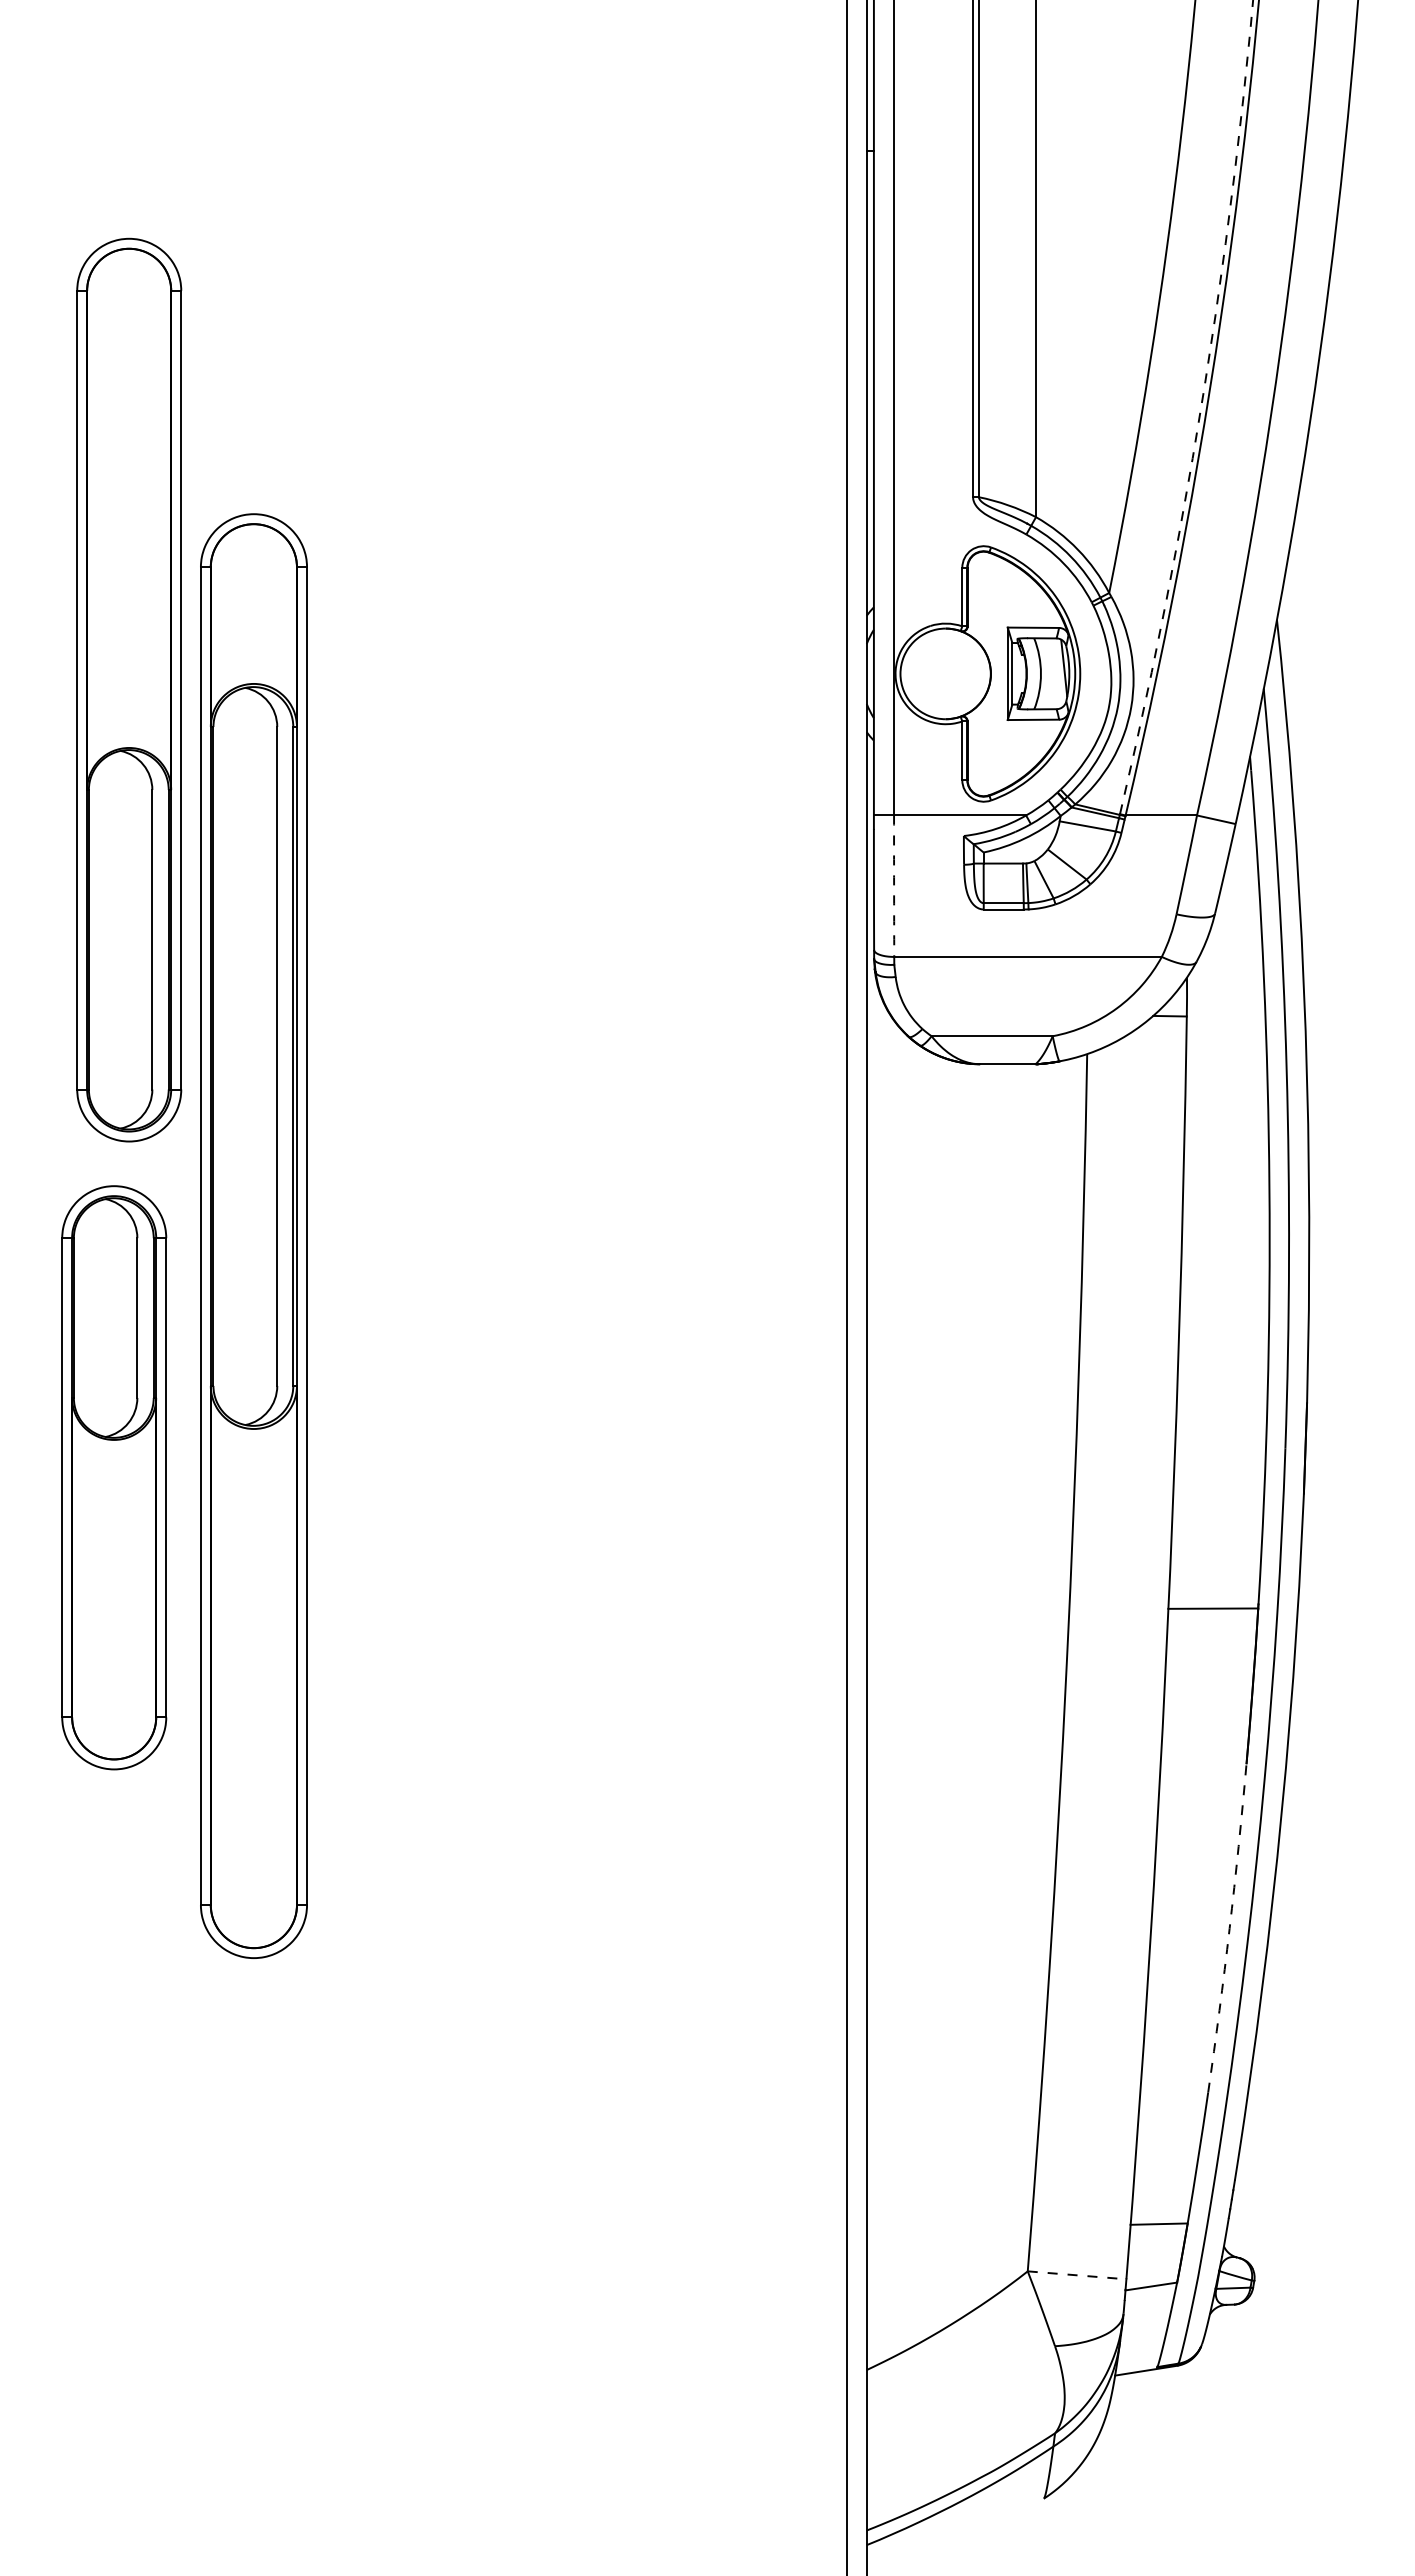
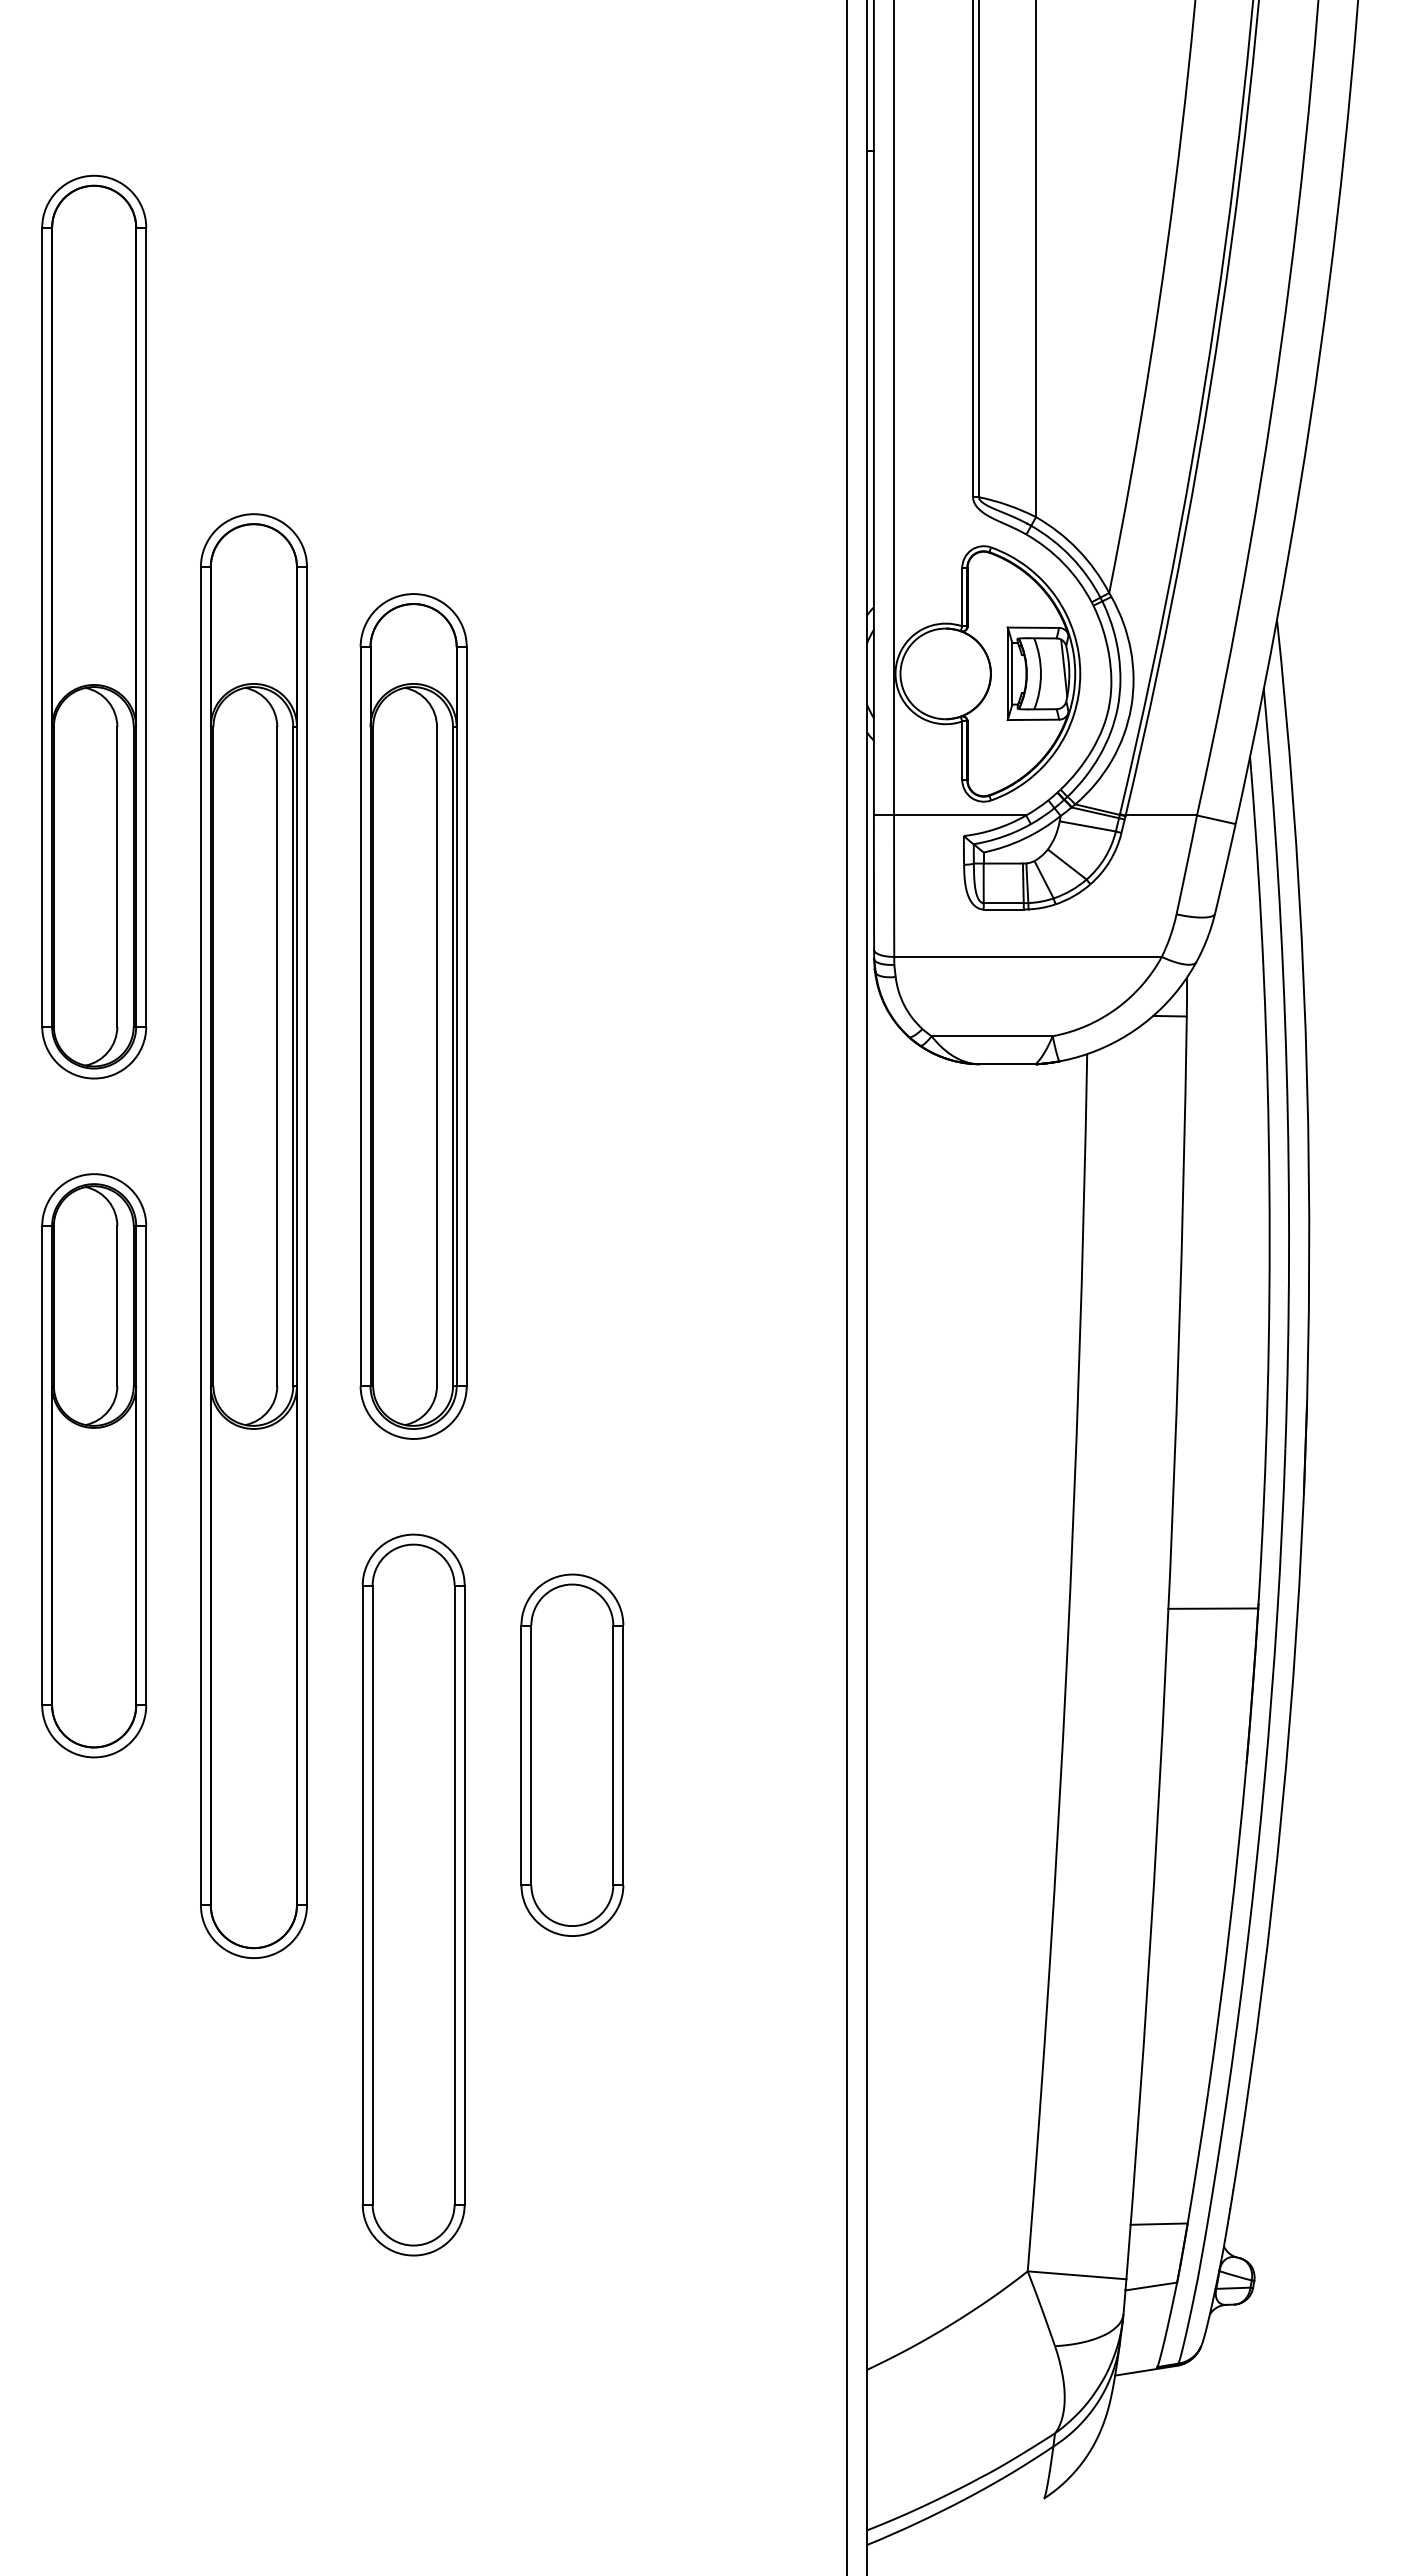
arc at (1201, 408): dashed -> solid
part at (129, 689) position: (129, 689) -> (94, 626)
arc at (894, 886): dashed -> solid
part at (413, 1016): none -> present
part at (114, 1477) position: (114, 1477) -> (94, 1465)
part at (572, 1754): none -> present
part at (413, 1894): none -> present
arc at (1229, 1928): dashed -> solid
line at (1077, 2275): dashed -> solid
